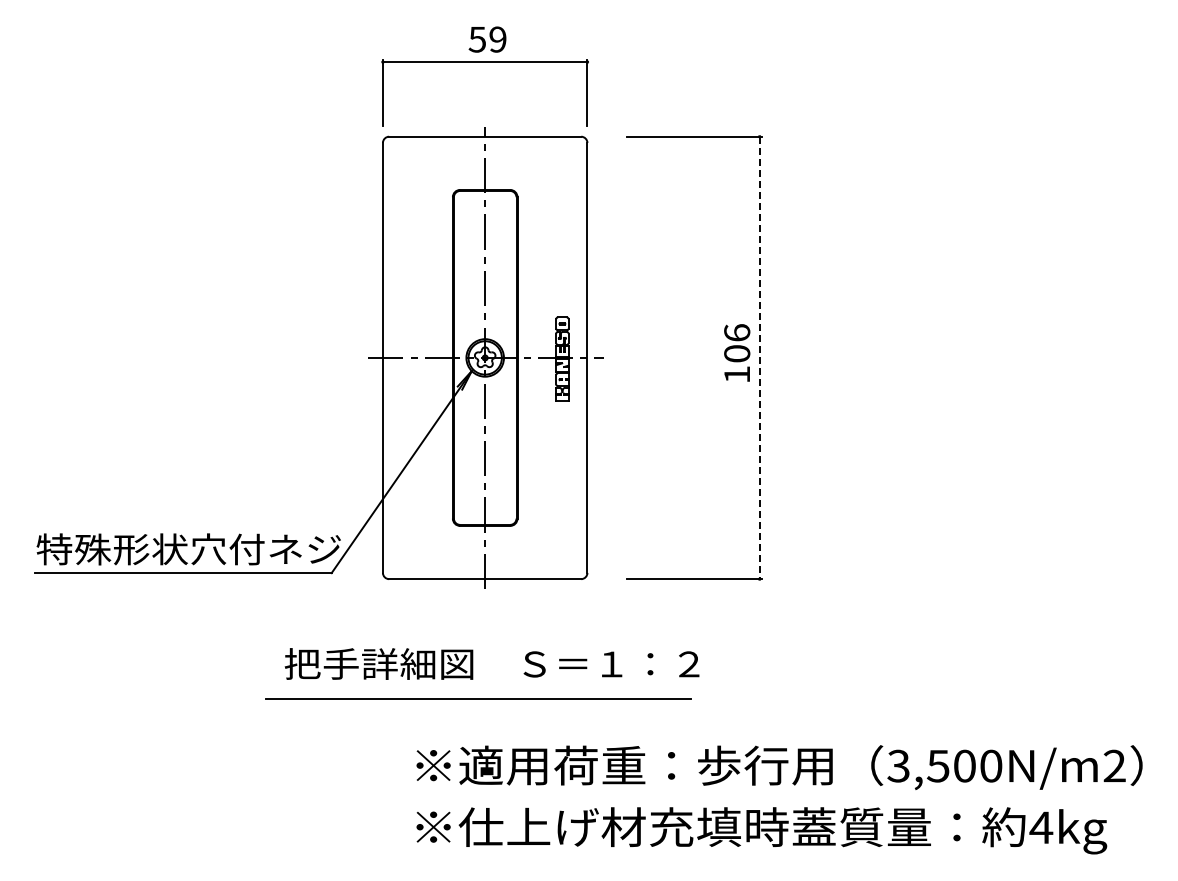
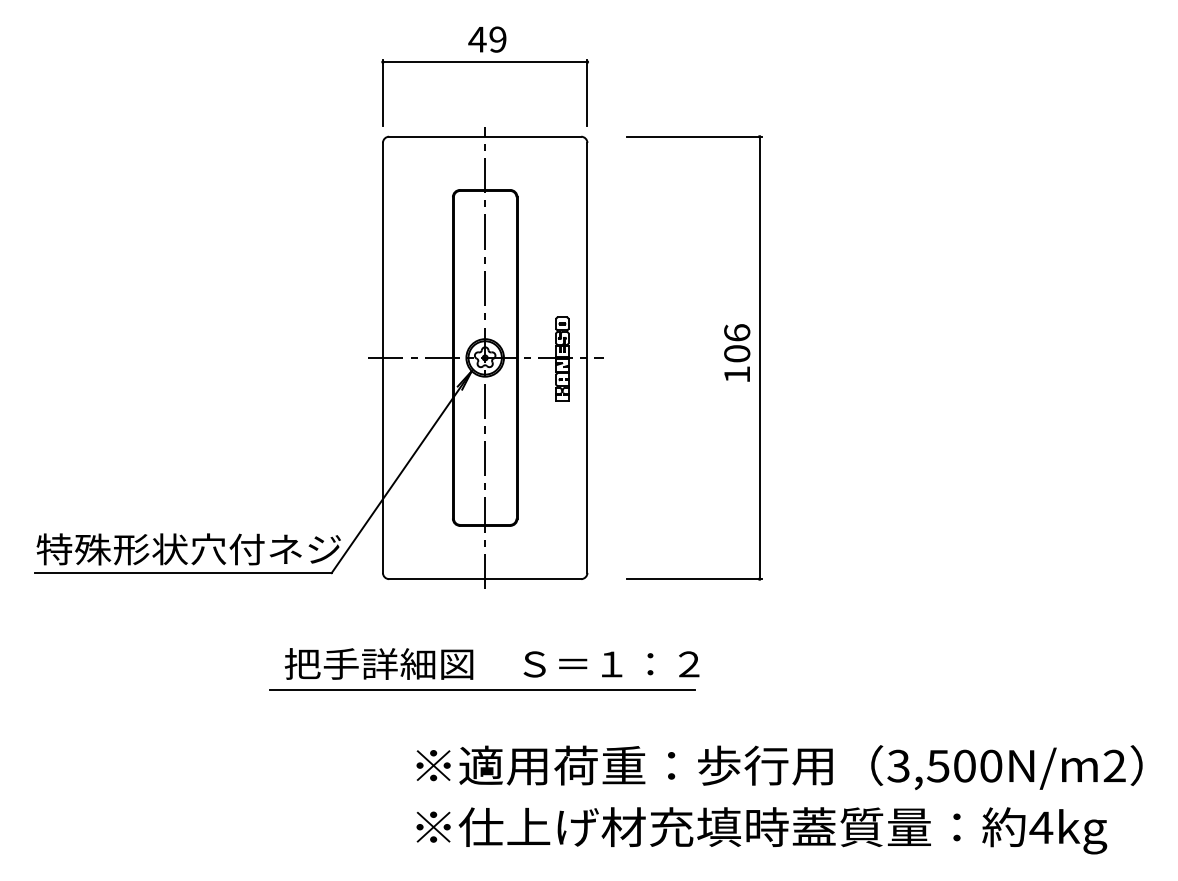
text at (477, 39): 59 -> 49
line at (759, 358): dashed -> solid
line at (478, 698) position: (478, 698) -> (482, 689)
